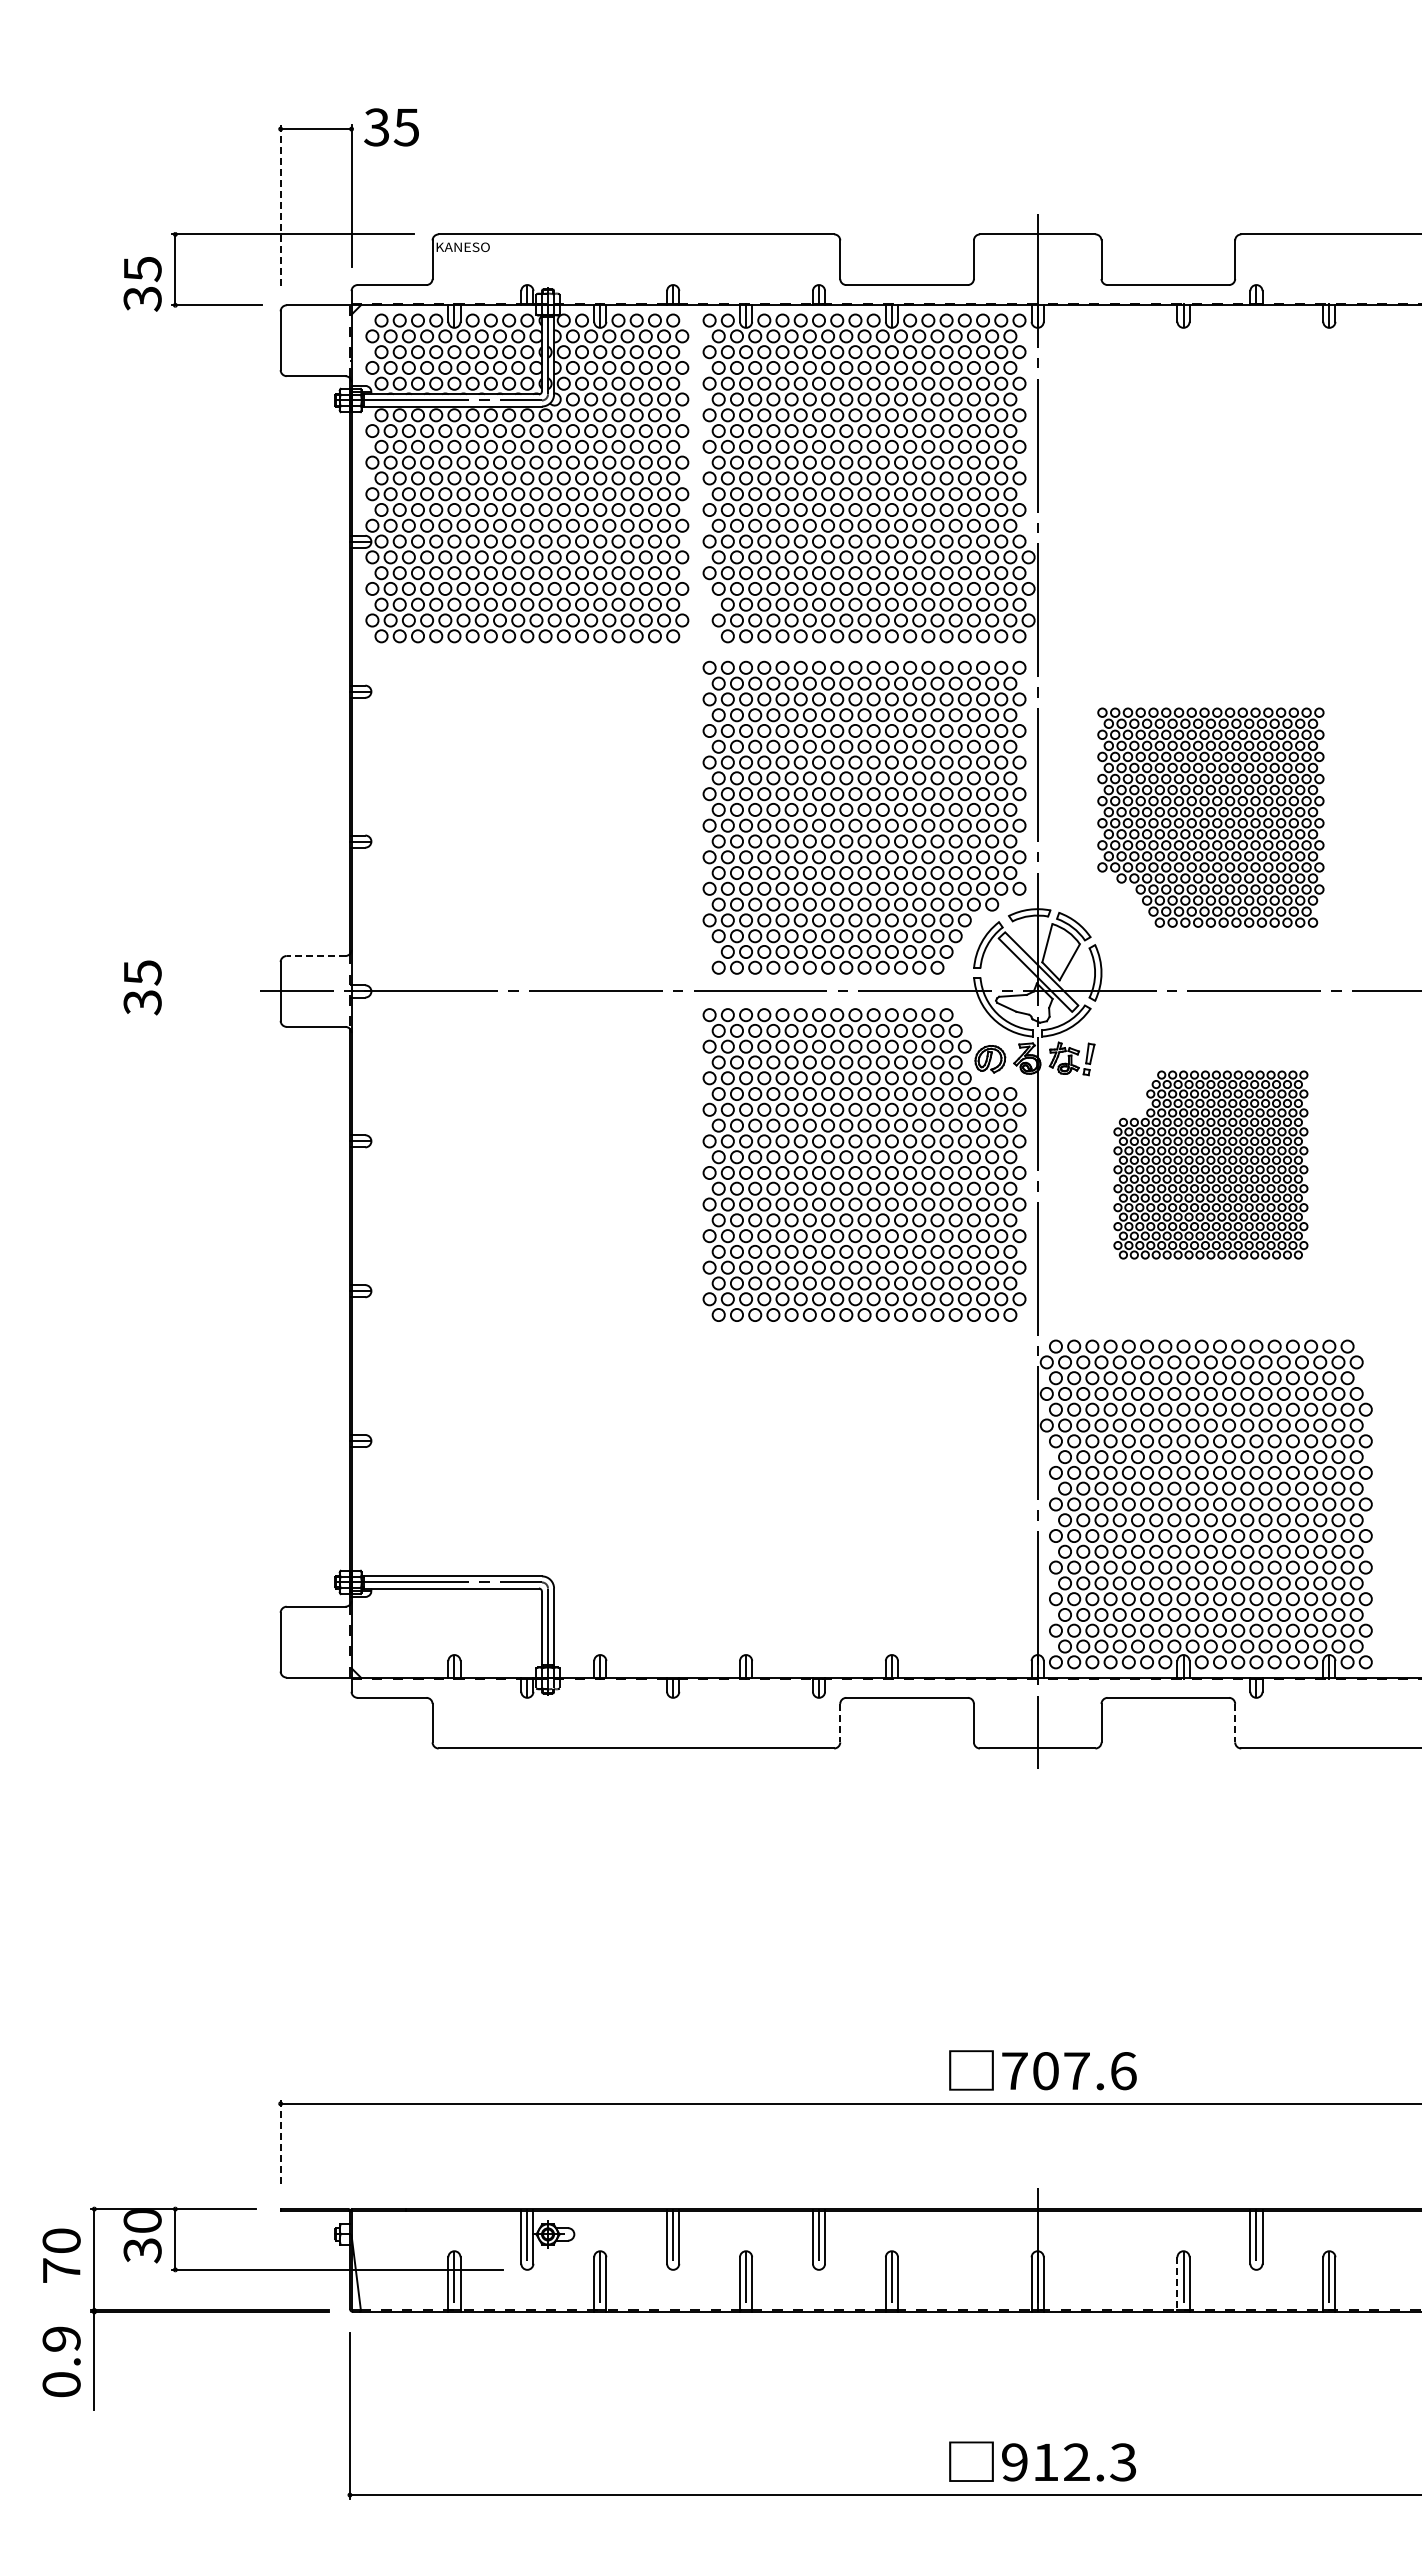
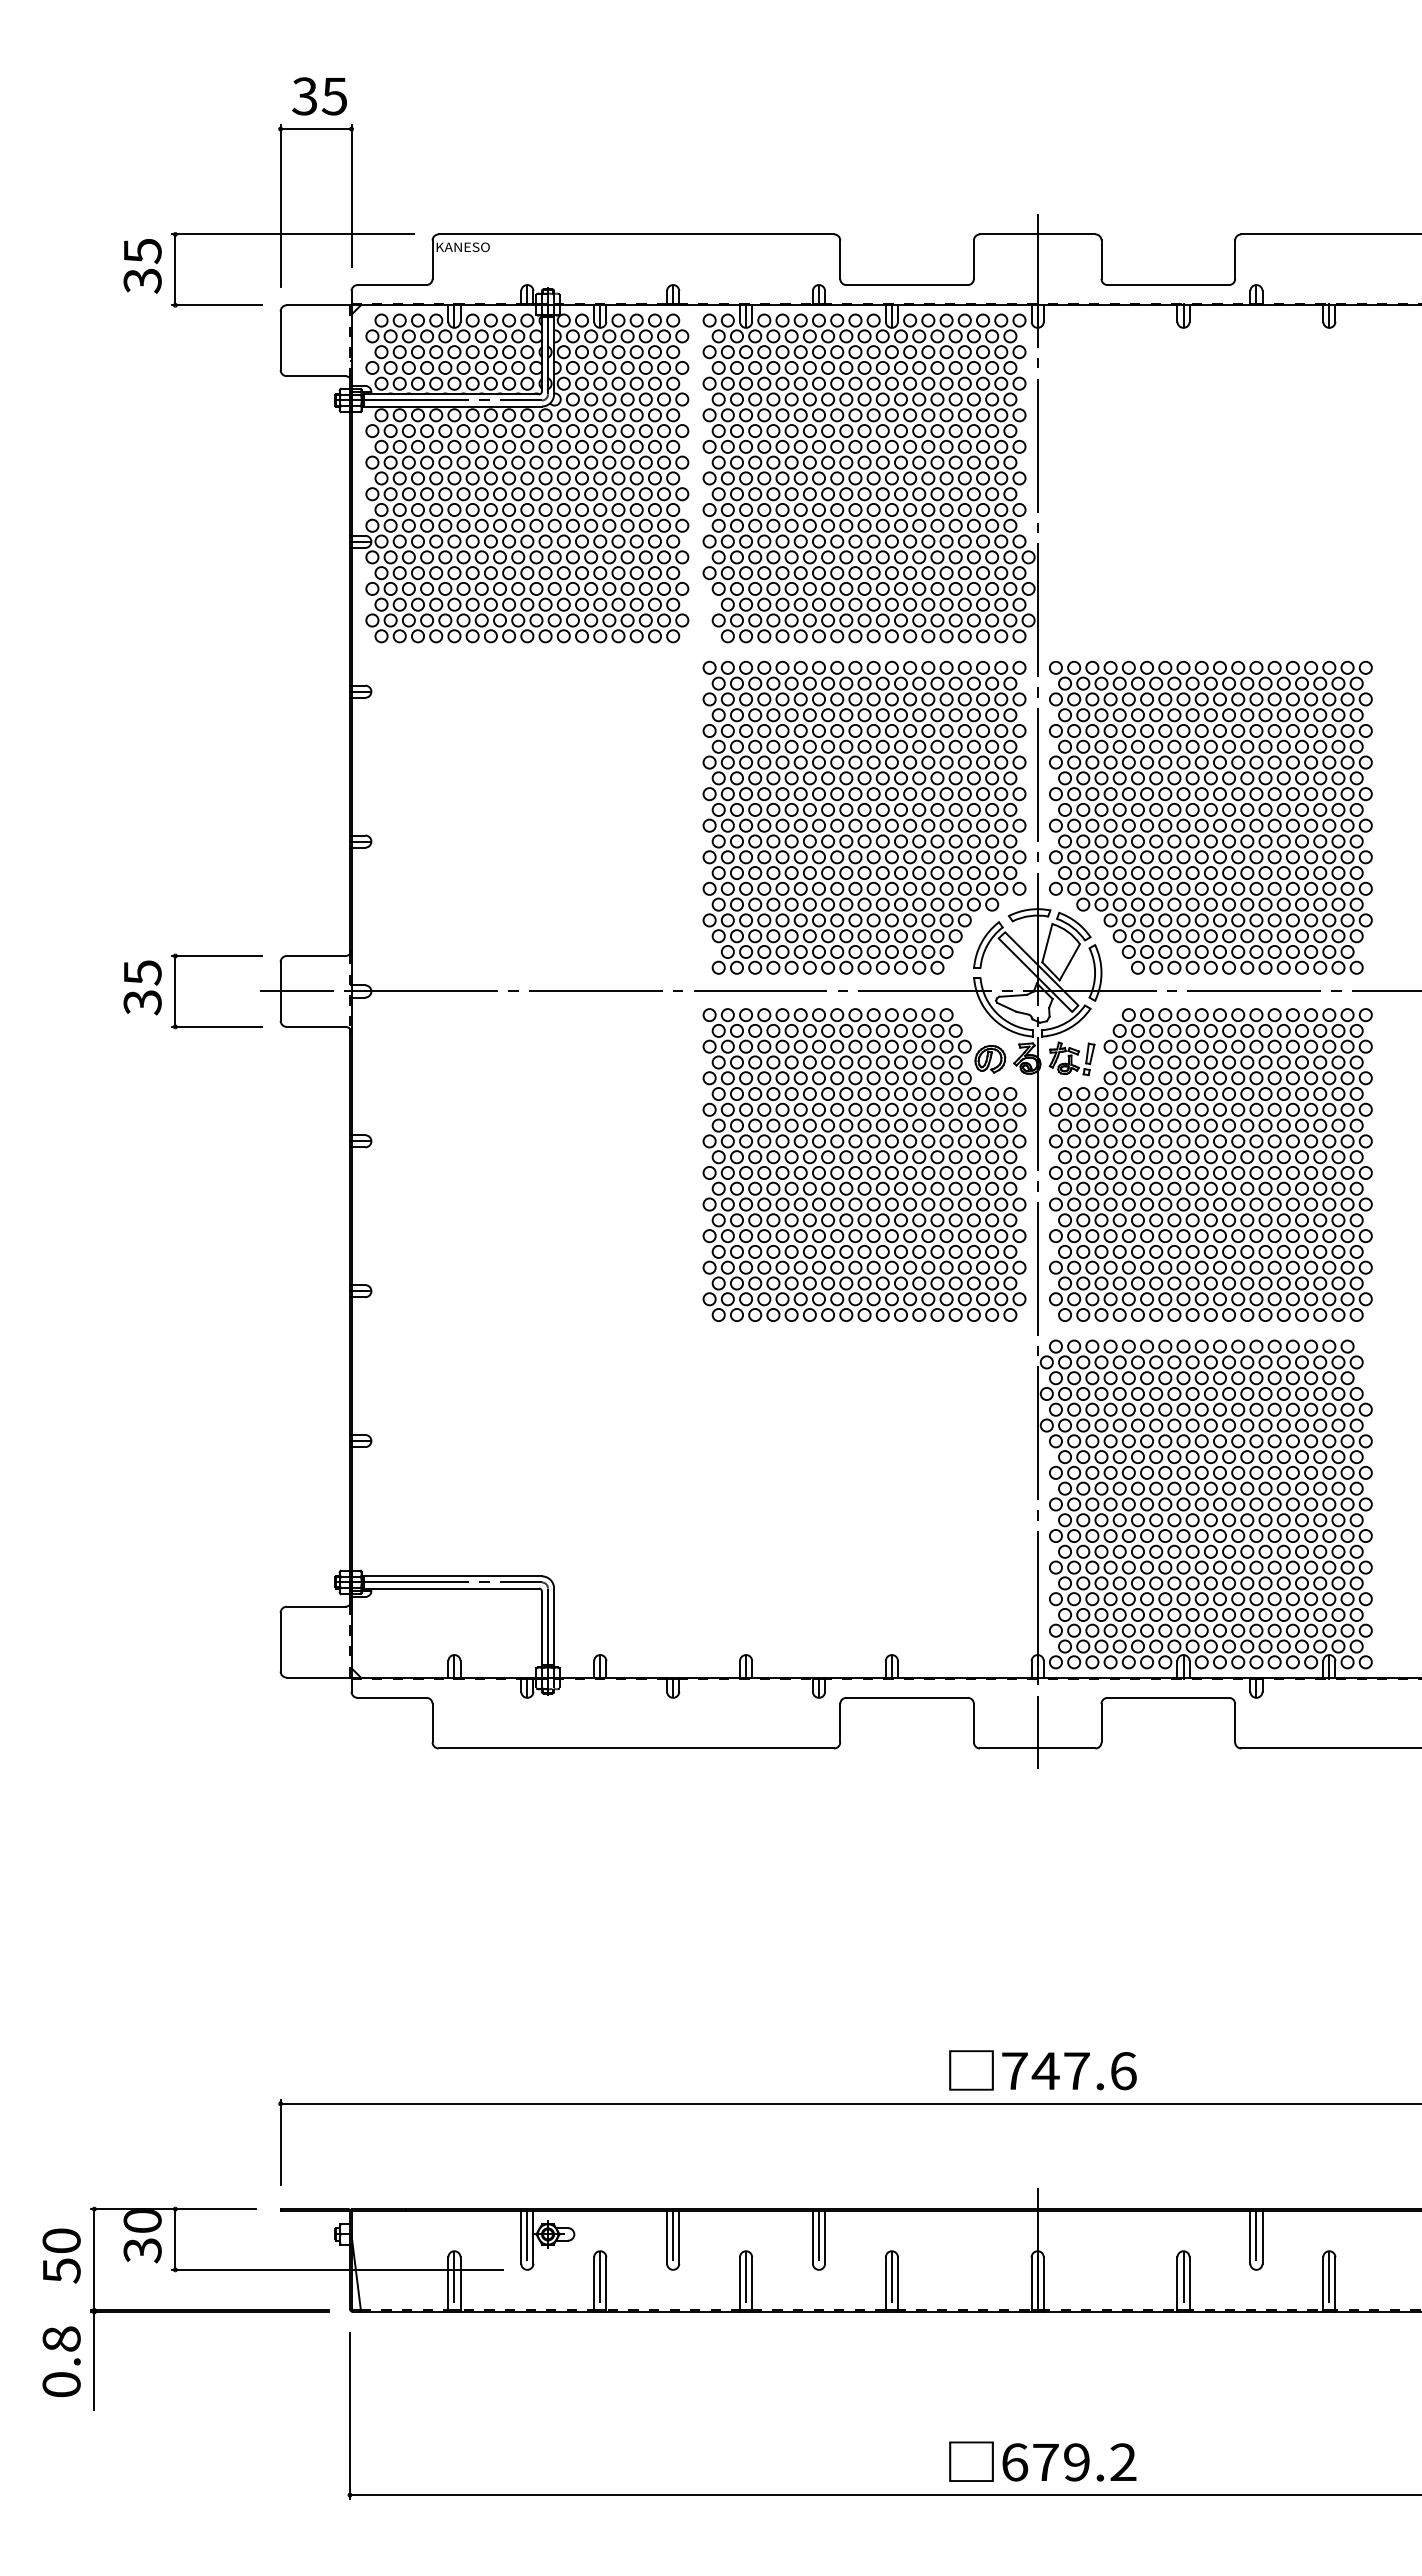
text at (391, 127) position: (391, 127) -> (319, 96)
line at (280, 206): dashed -> solid
text at (142, 284) position: (142, 284) -> (142, 266)
part at (1210, 817) size: 228x221 px -> 324x315 px
part at (216, 956): none -> present
line at (315, 956): dashed -> solid
part at (1210, 1164) size: 196x190 px -> 324x314 px
line at (840, 1723): dashed -> solid
line at (1235, 1723): dashed -> solid
text at (1045, 2071): 707.6 -> 747.6
line at (280, 2142): dashed -> solid
text at (61, 2270): 70 -> 50
line at (1177, 2285): dashed -> solid
text at (61, 2338): 0.9 -> 0.8
text at (1069, 2462): 912.3 -> 679.2
